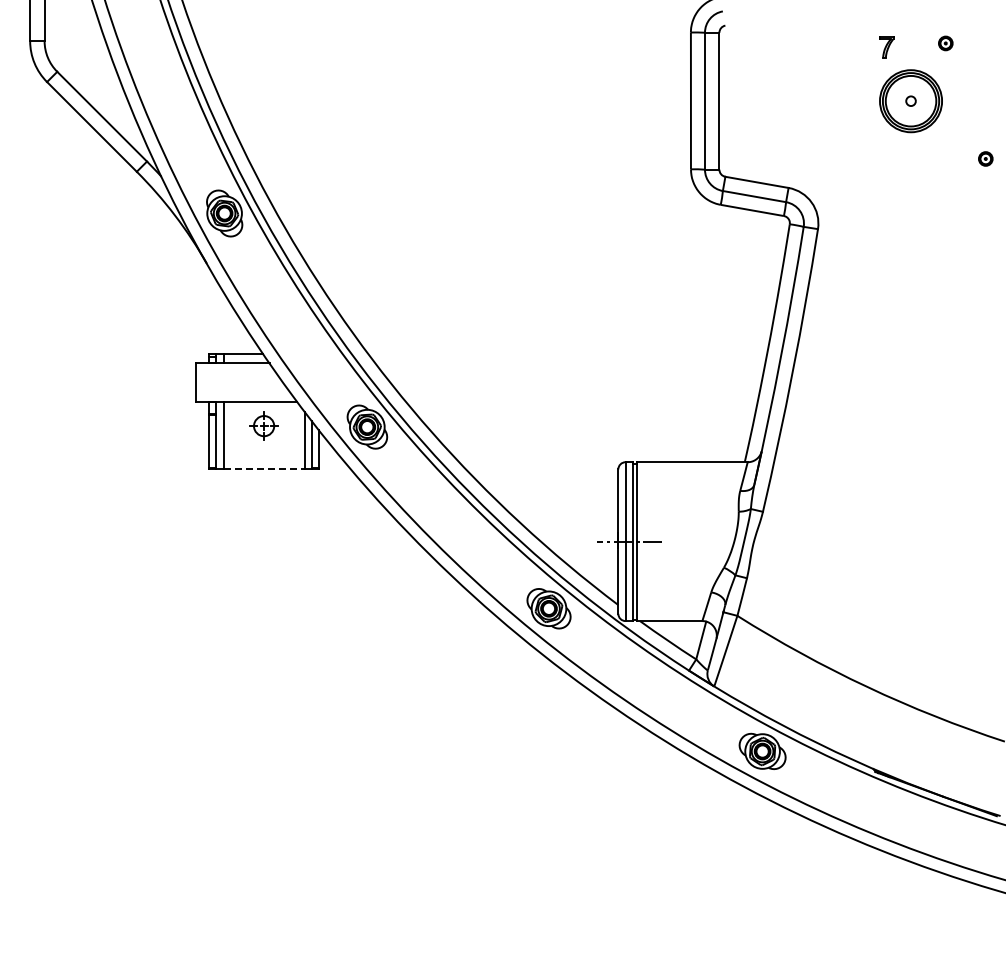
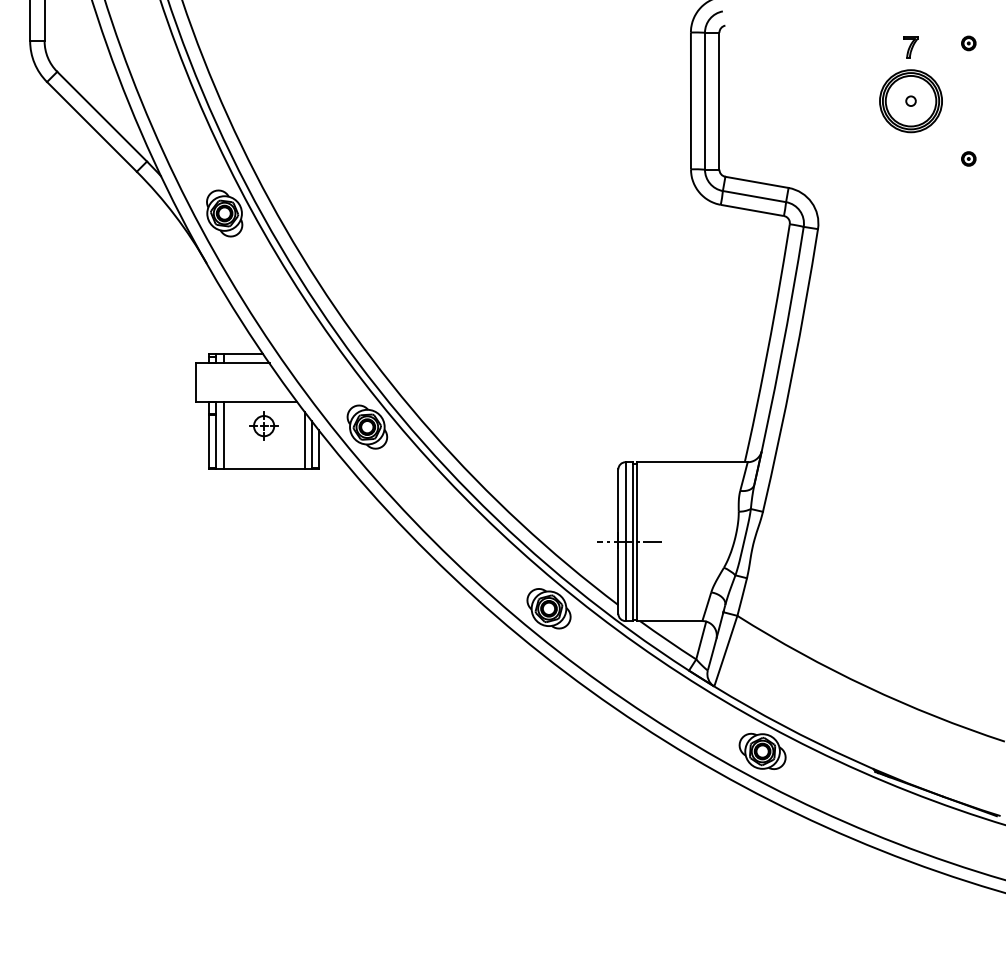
part at (945, 43) position: (945, 43) -> (968, 43)
part at (886, 47) position: (886, 47) -> (910, 47)
part at (985, 158) position: (985, 158) -> (968, 158)
line at (264, 469): dashed -> solid
